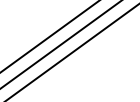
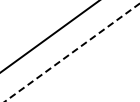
line at (60, 44): present -> none
line at (72, 52): solid -> dashed
